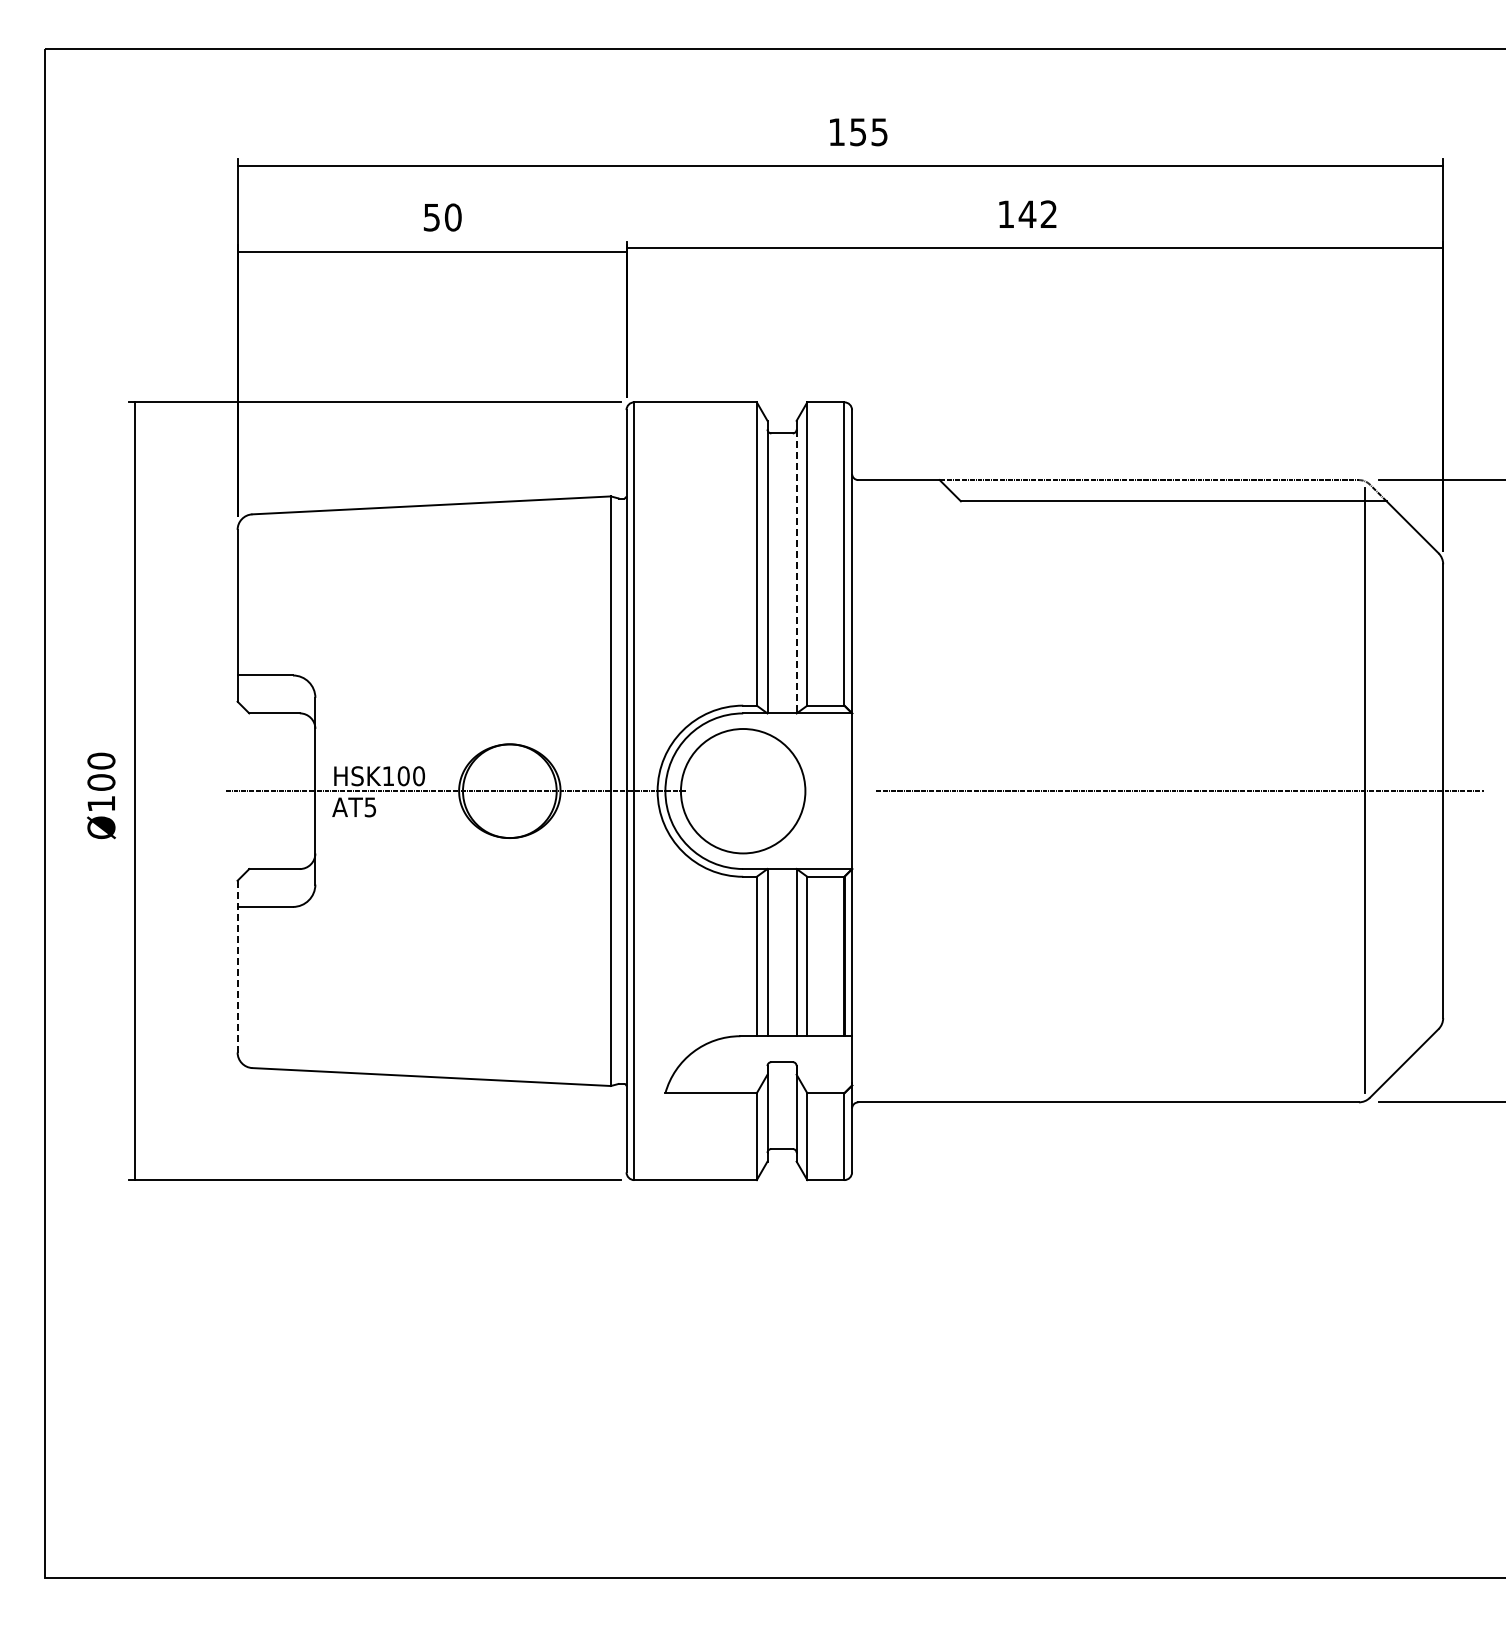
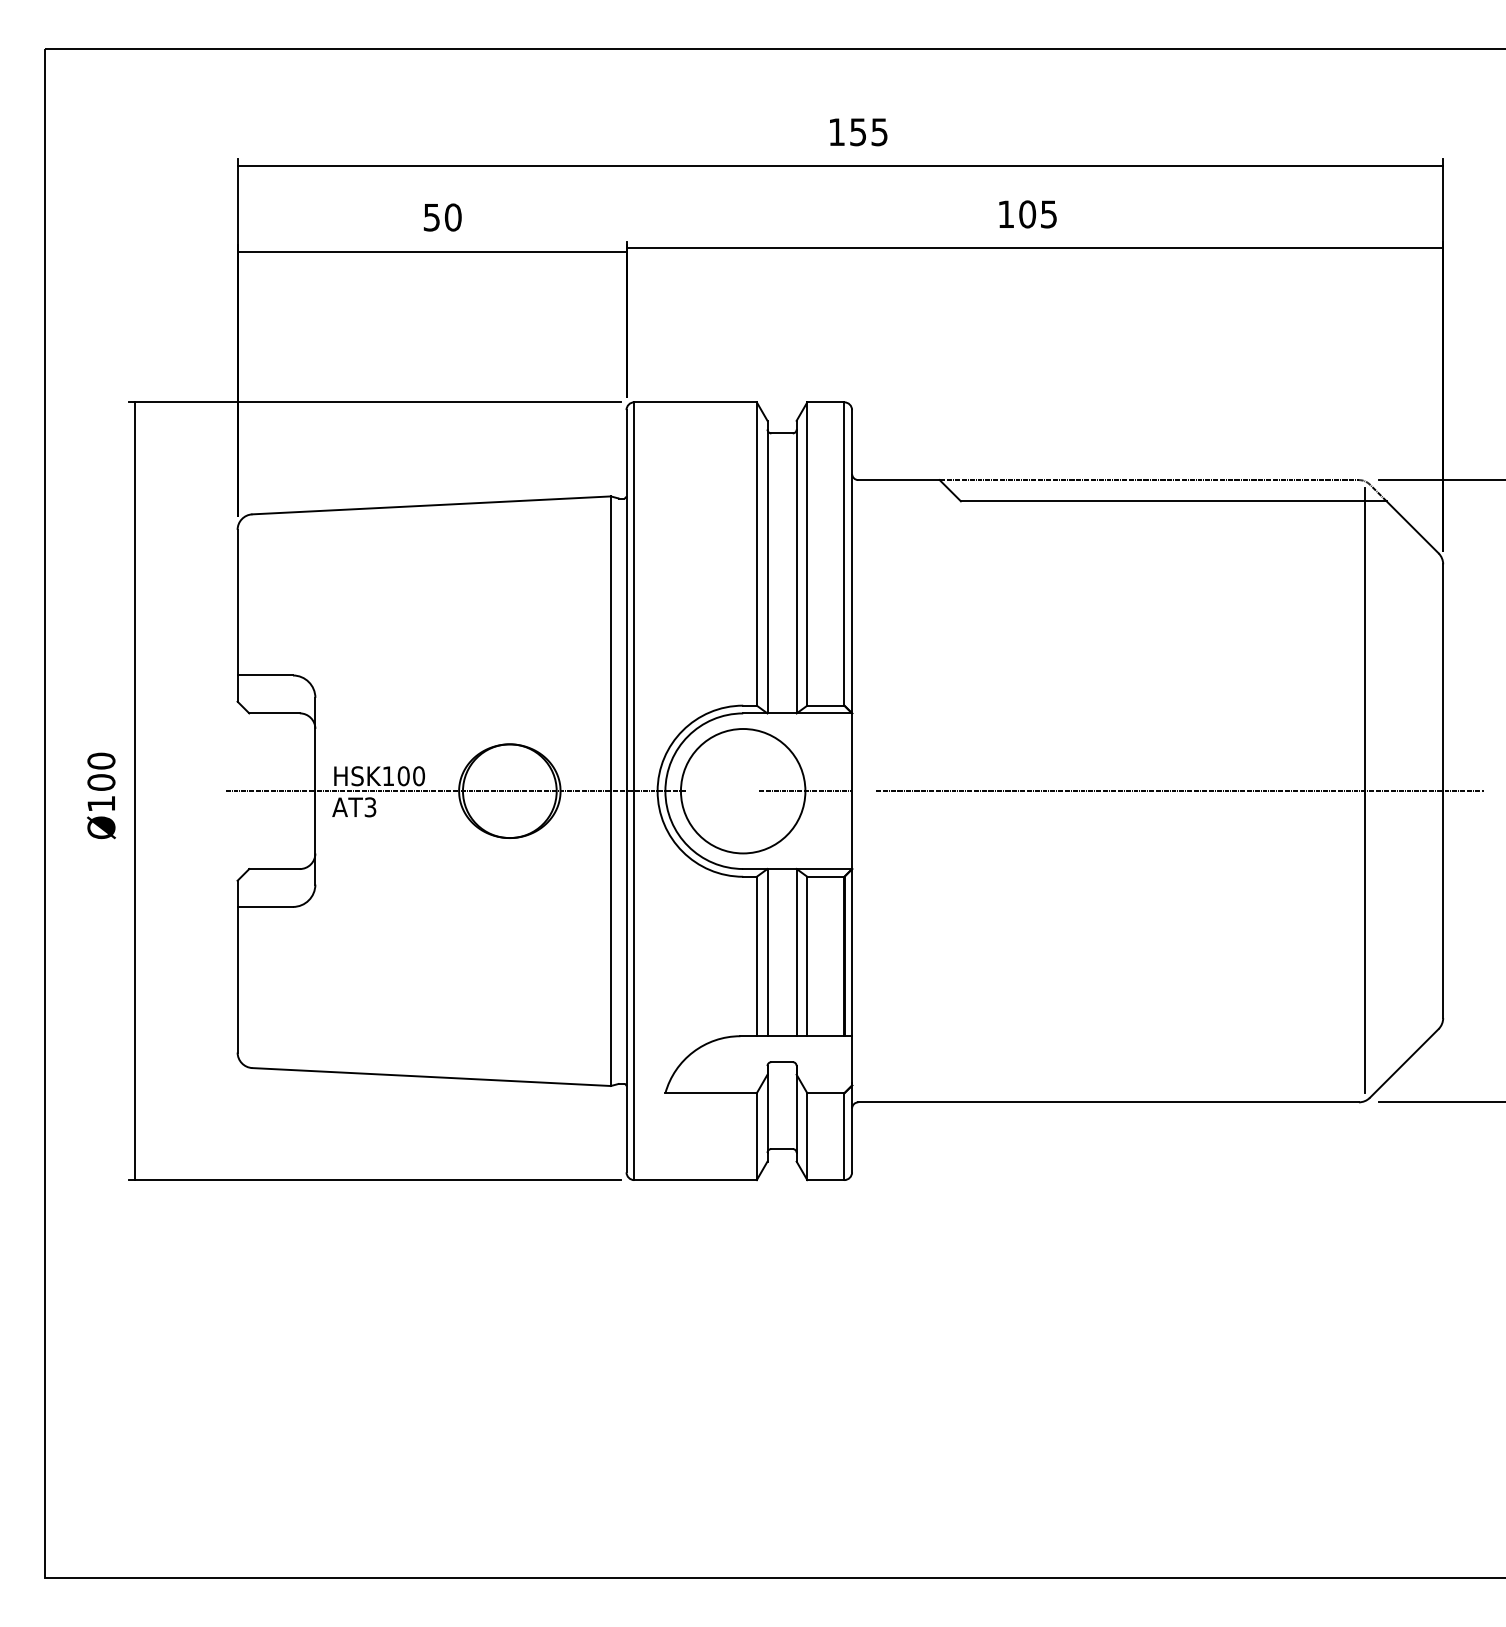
text at (1037, 214): 142 -> 105
line at (796, 571): dashed -> solid
line at (805, 791): none -> present
text at (370, 806): AT5 -> AT3
line at (237, 966): dashed -> solid
